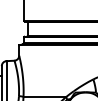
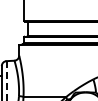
line at (6, 80): solid -> dashed
